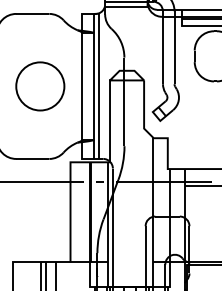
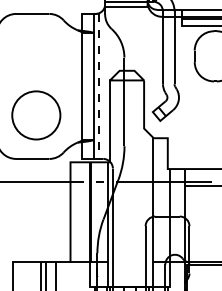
part at (40, 86) position: (40, 86) -> (36, 115)
line at (98, 86): solid -> dashed
